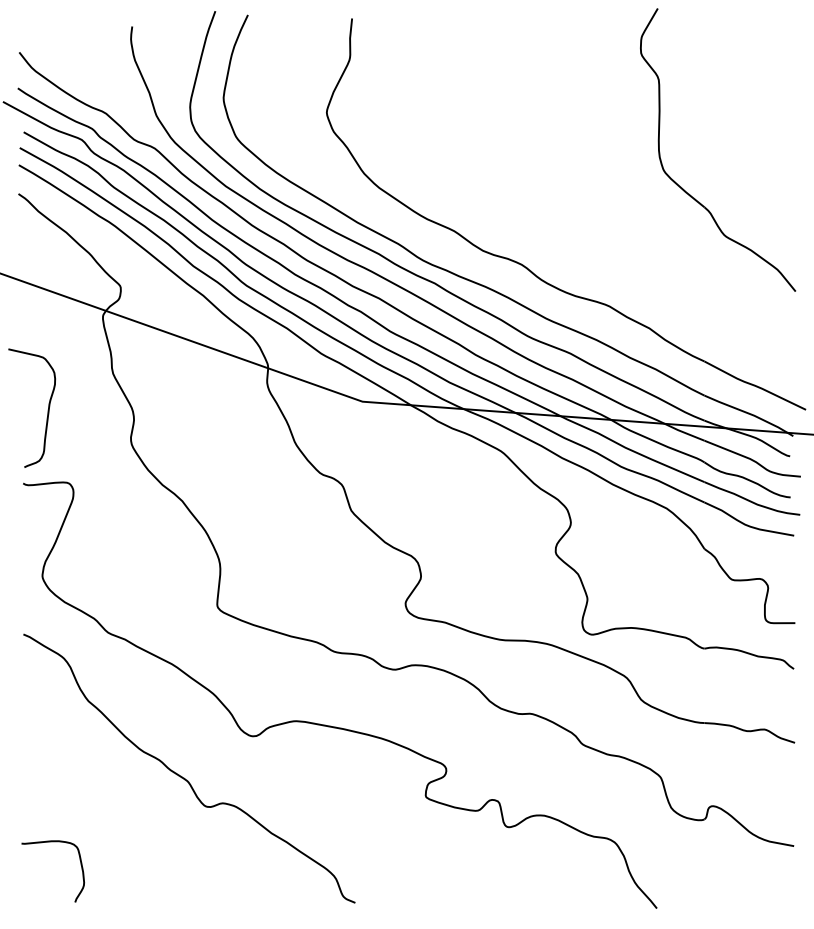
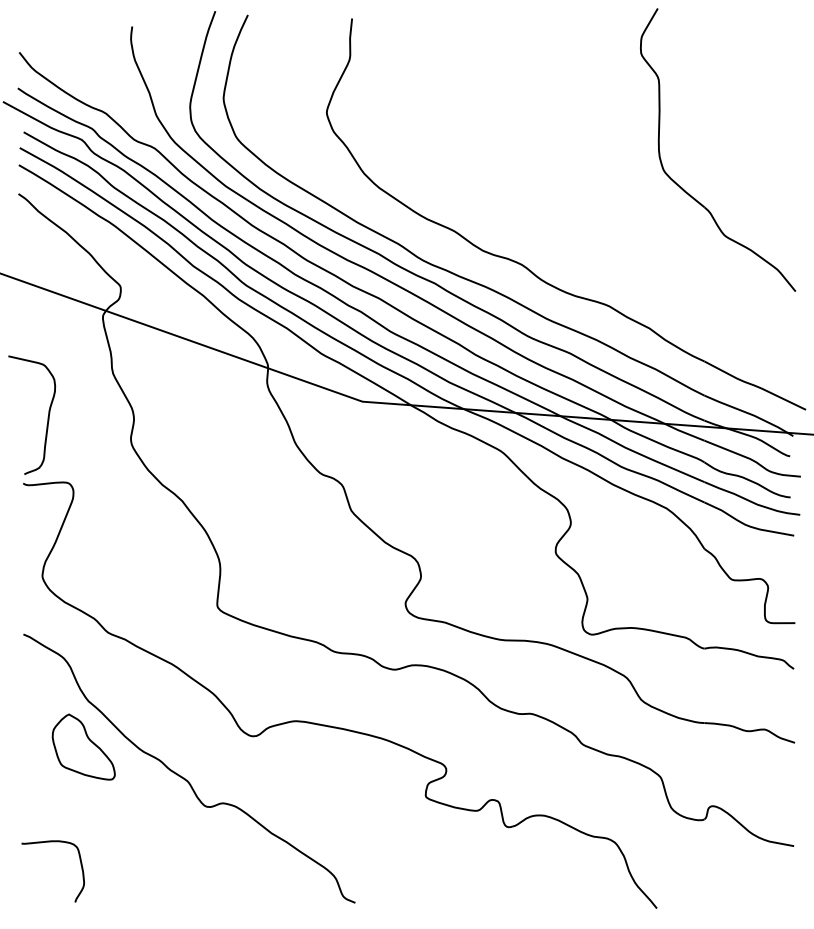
curve at (47, 410) position: (47, 410) -> (47, 417)
part at (83, 746): none -> present
